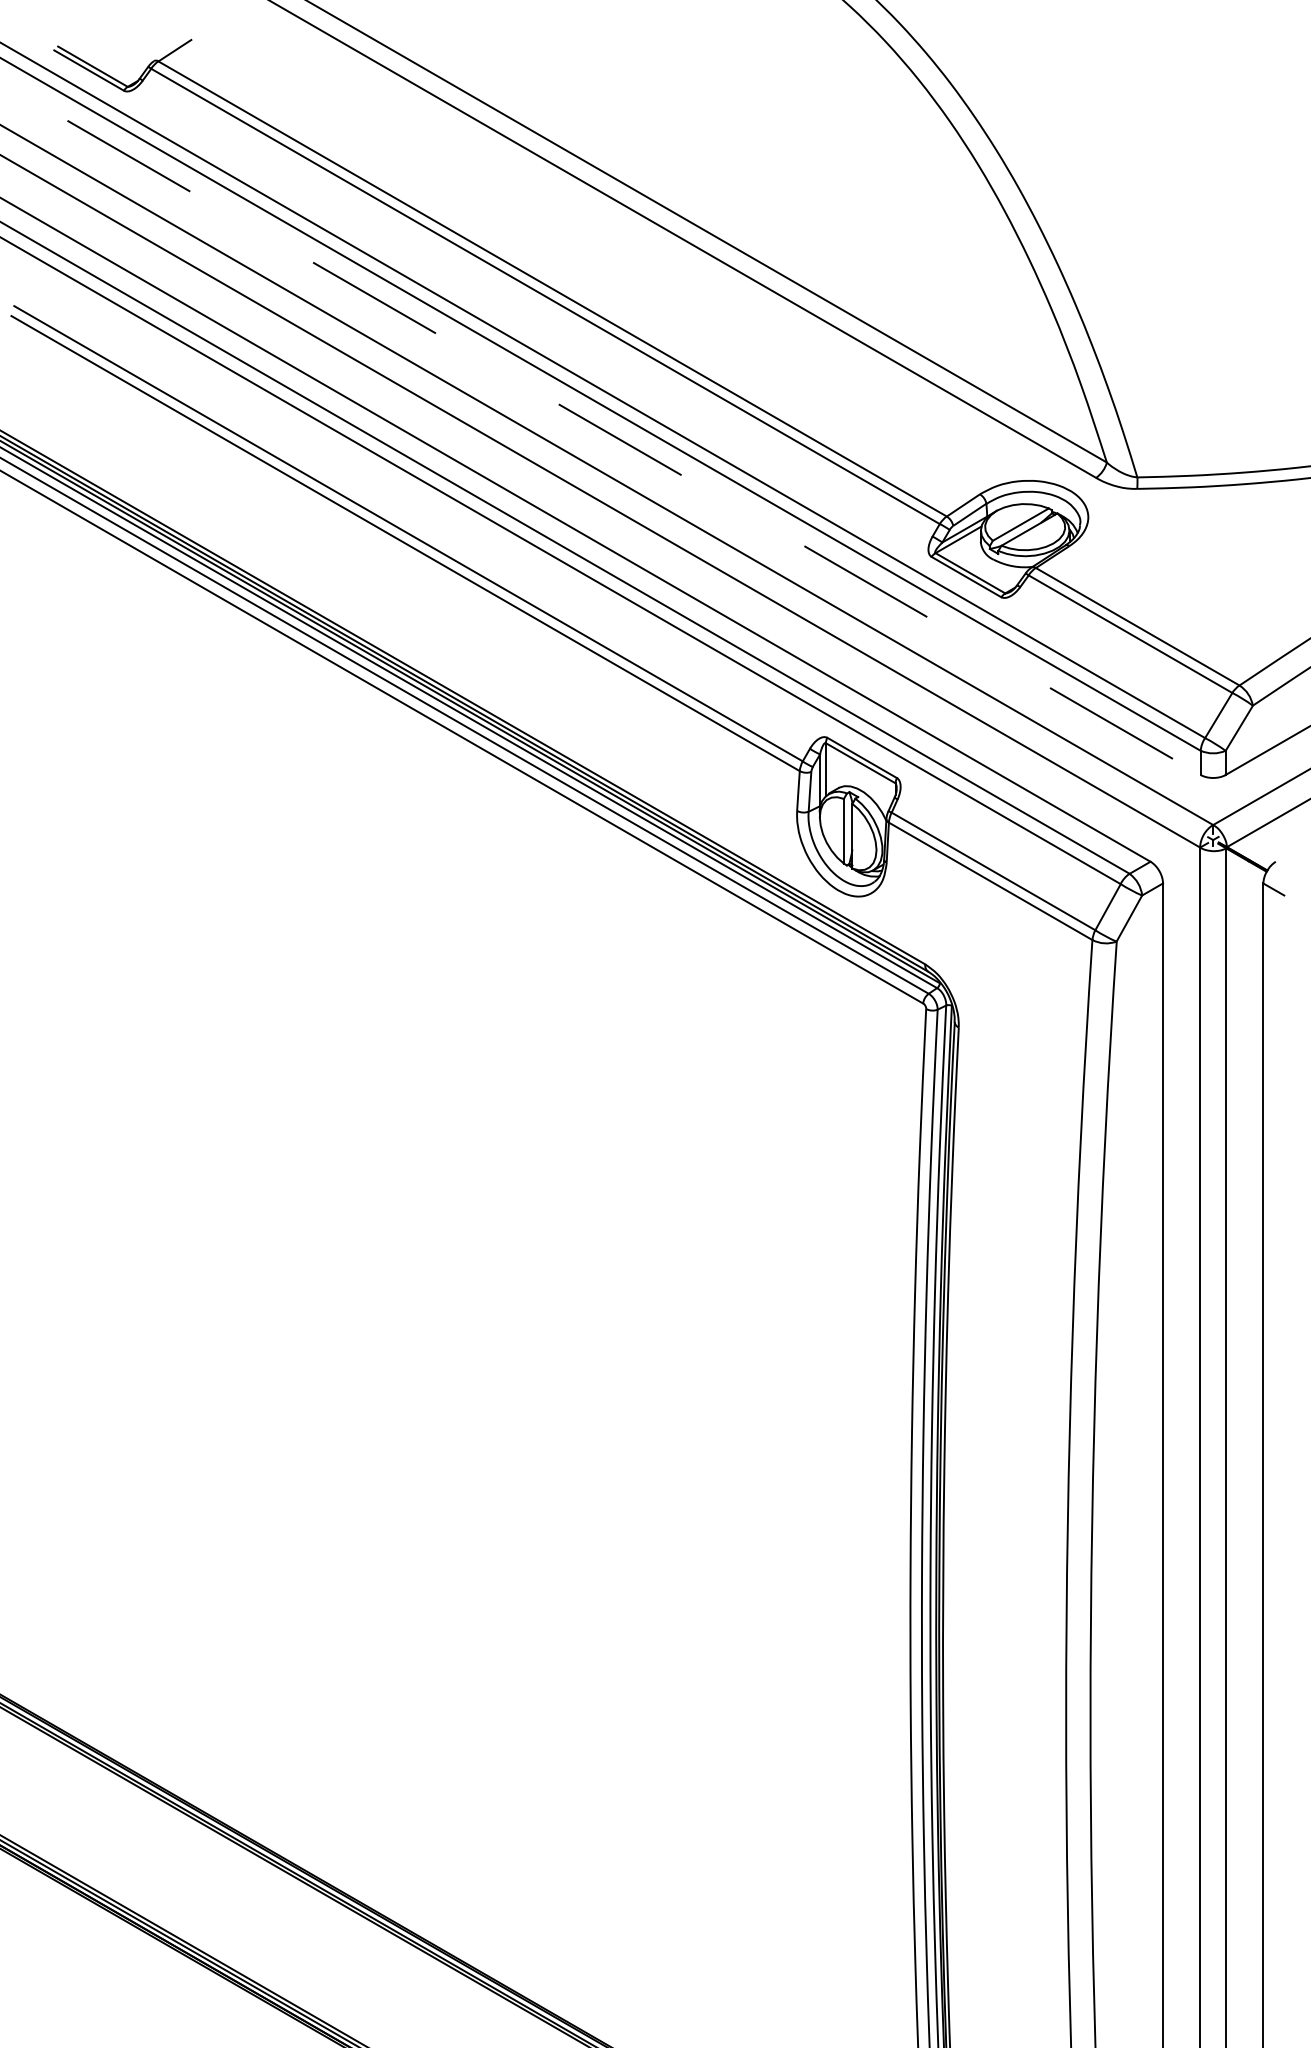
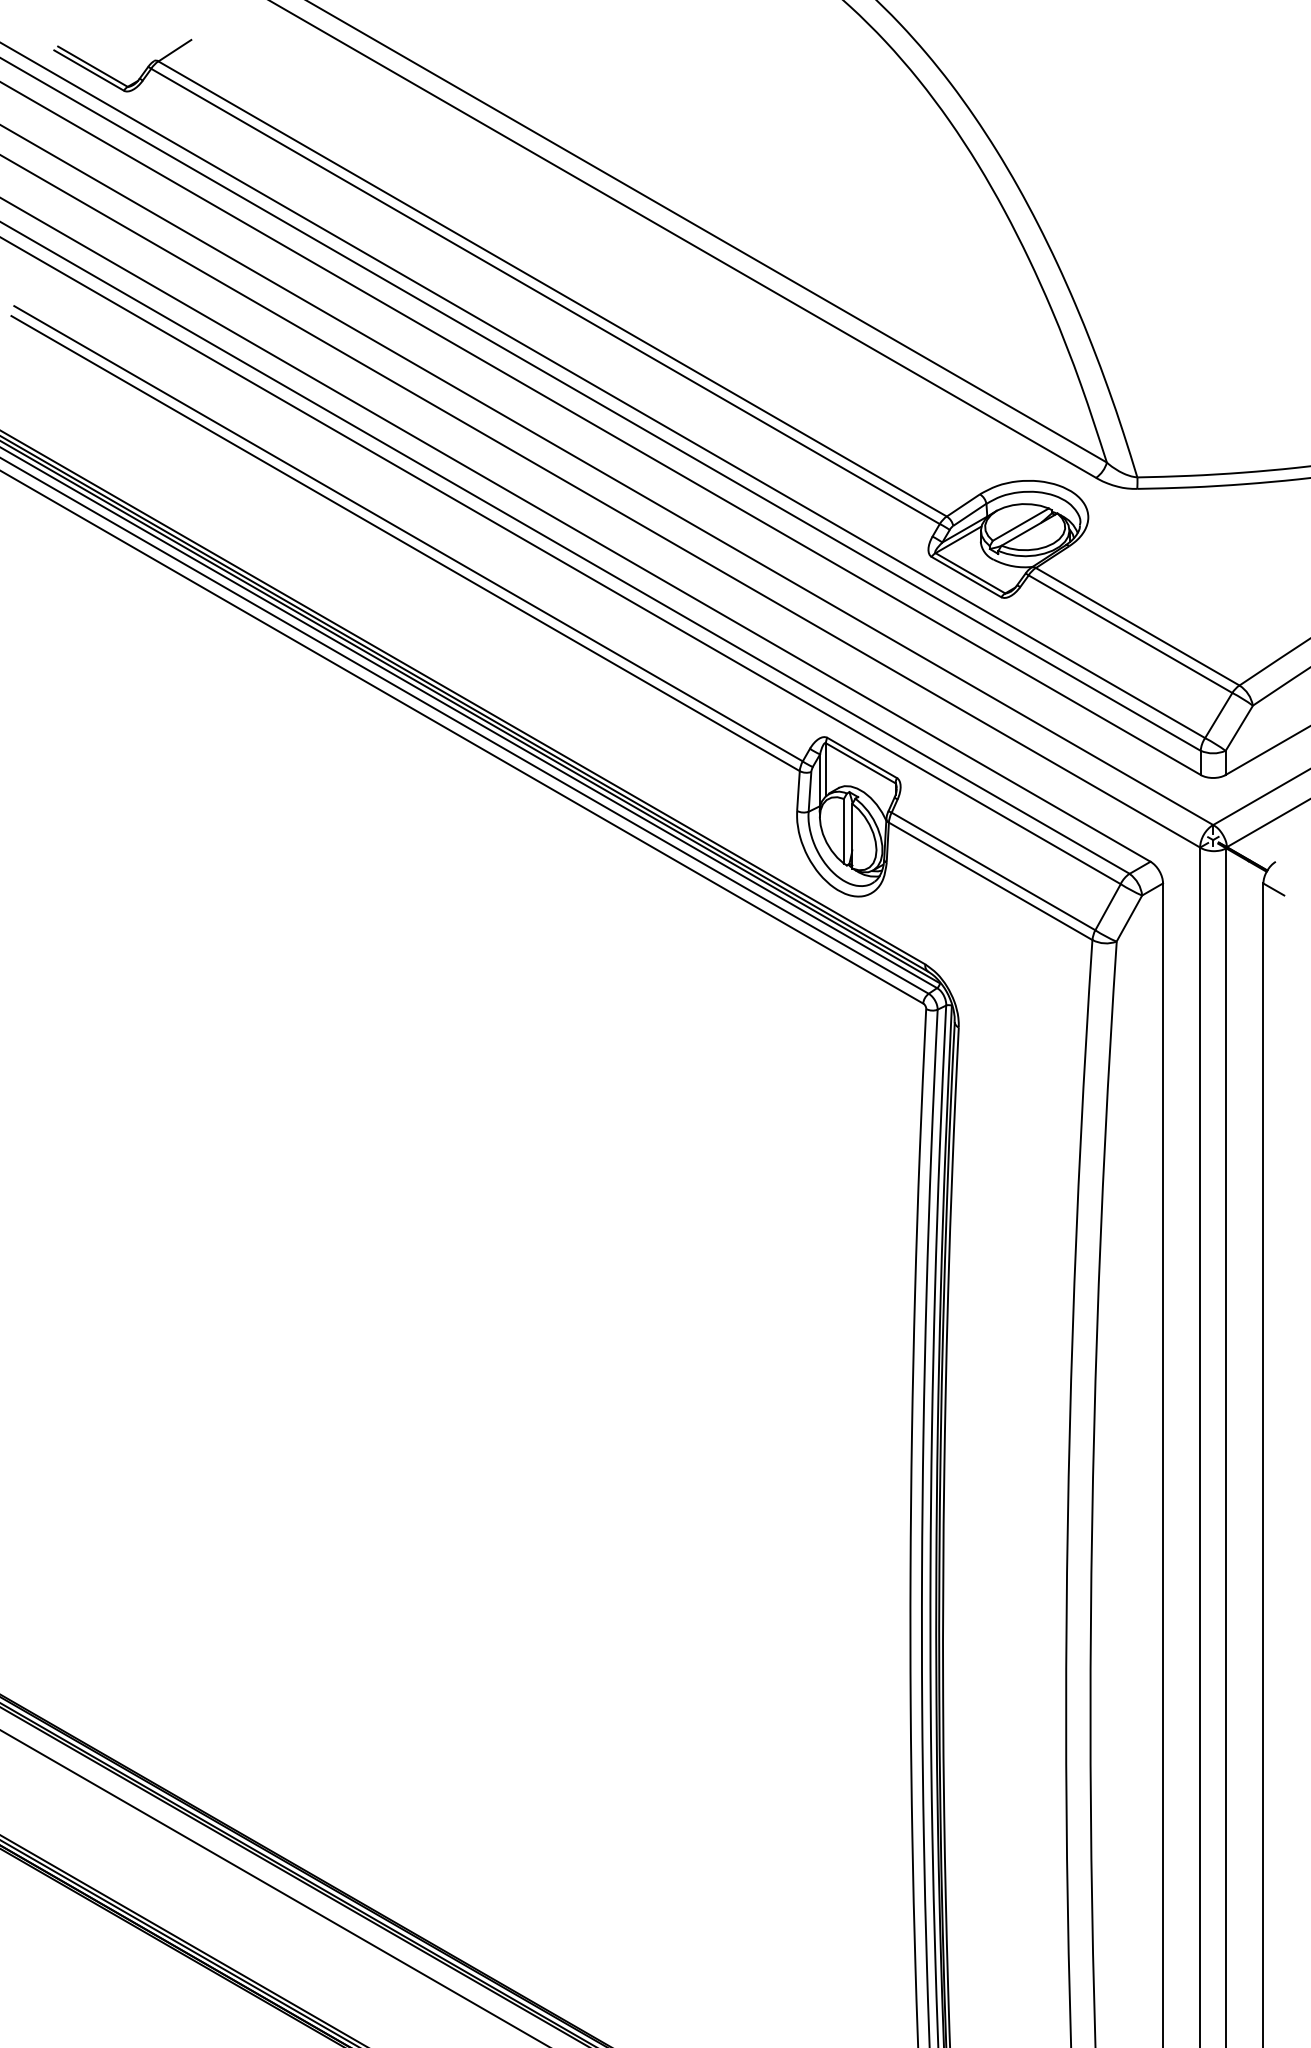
line at (600, 428): dashed -> solid
line at (273, 1887): none -> present
